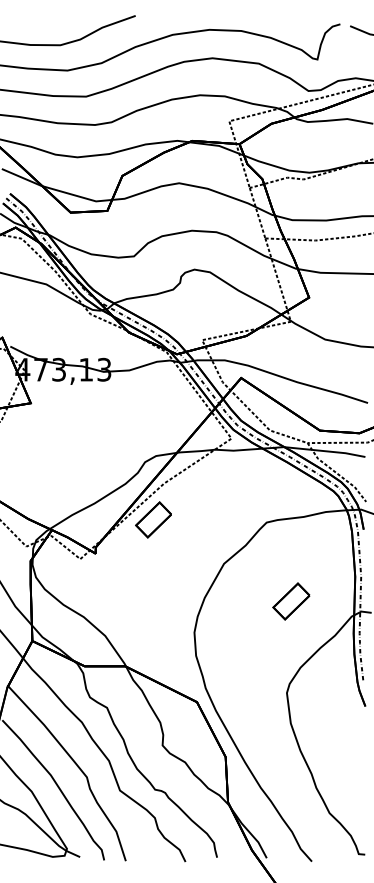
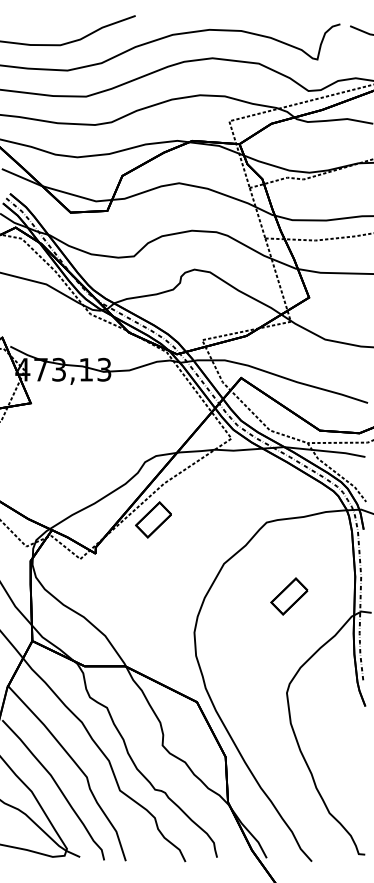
part at (291, 601) position: (291, 601) -> (289, 596)
